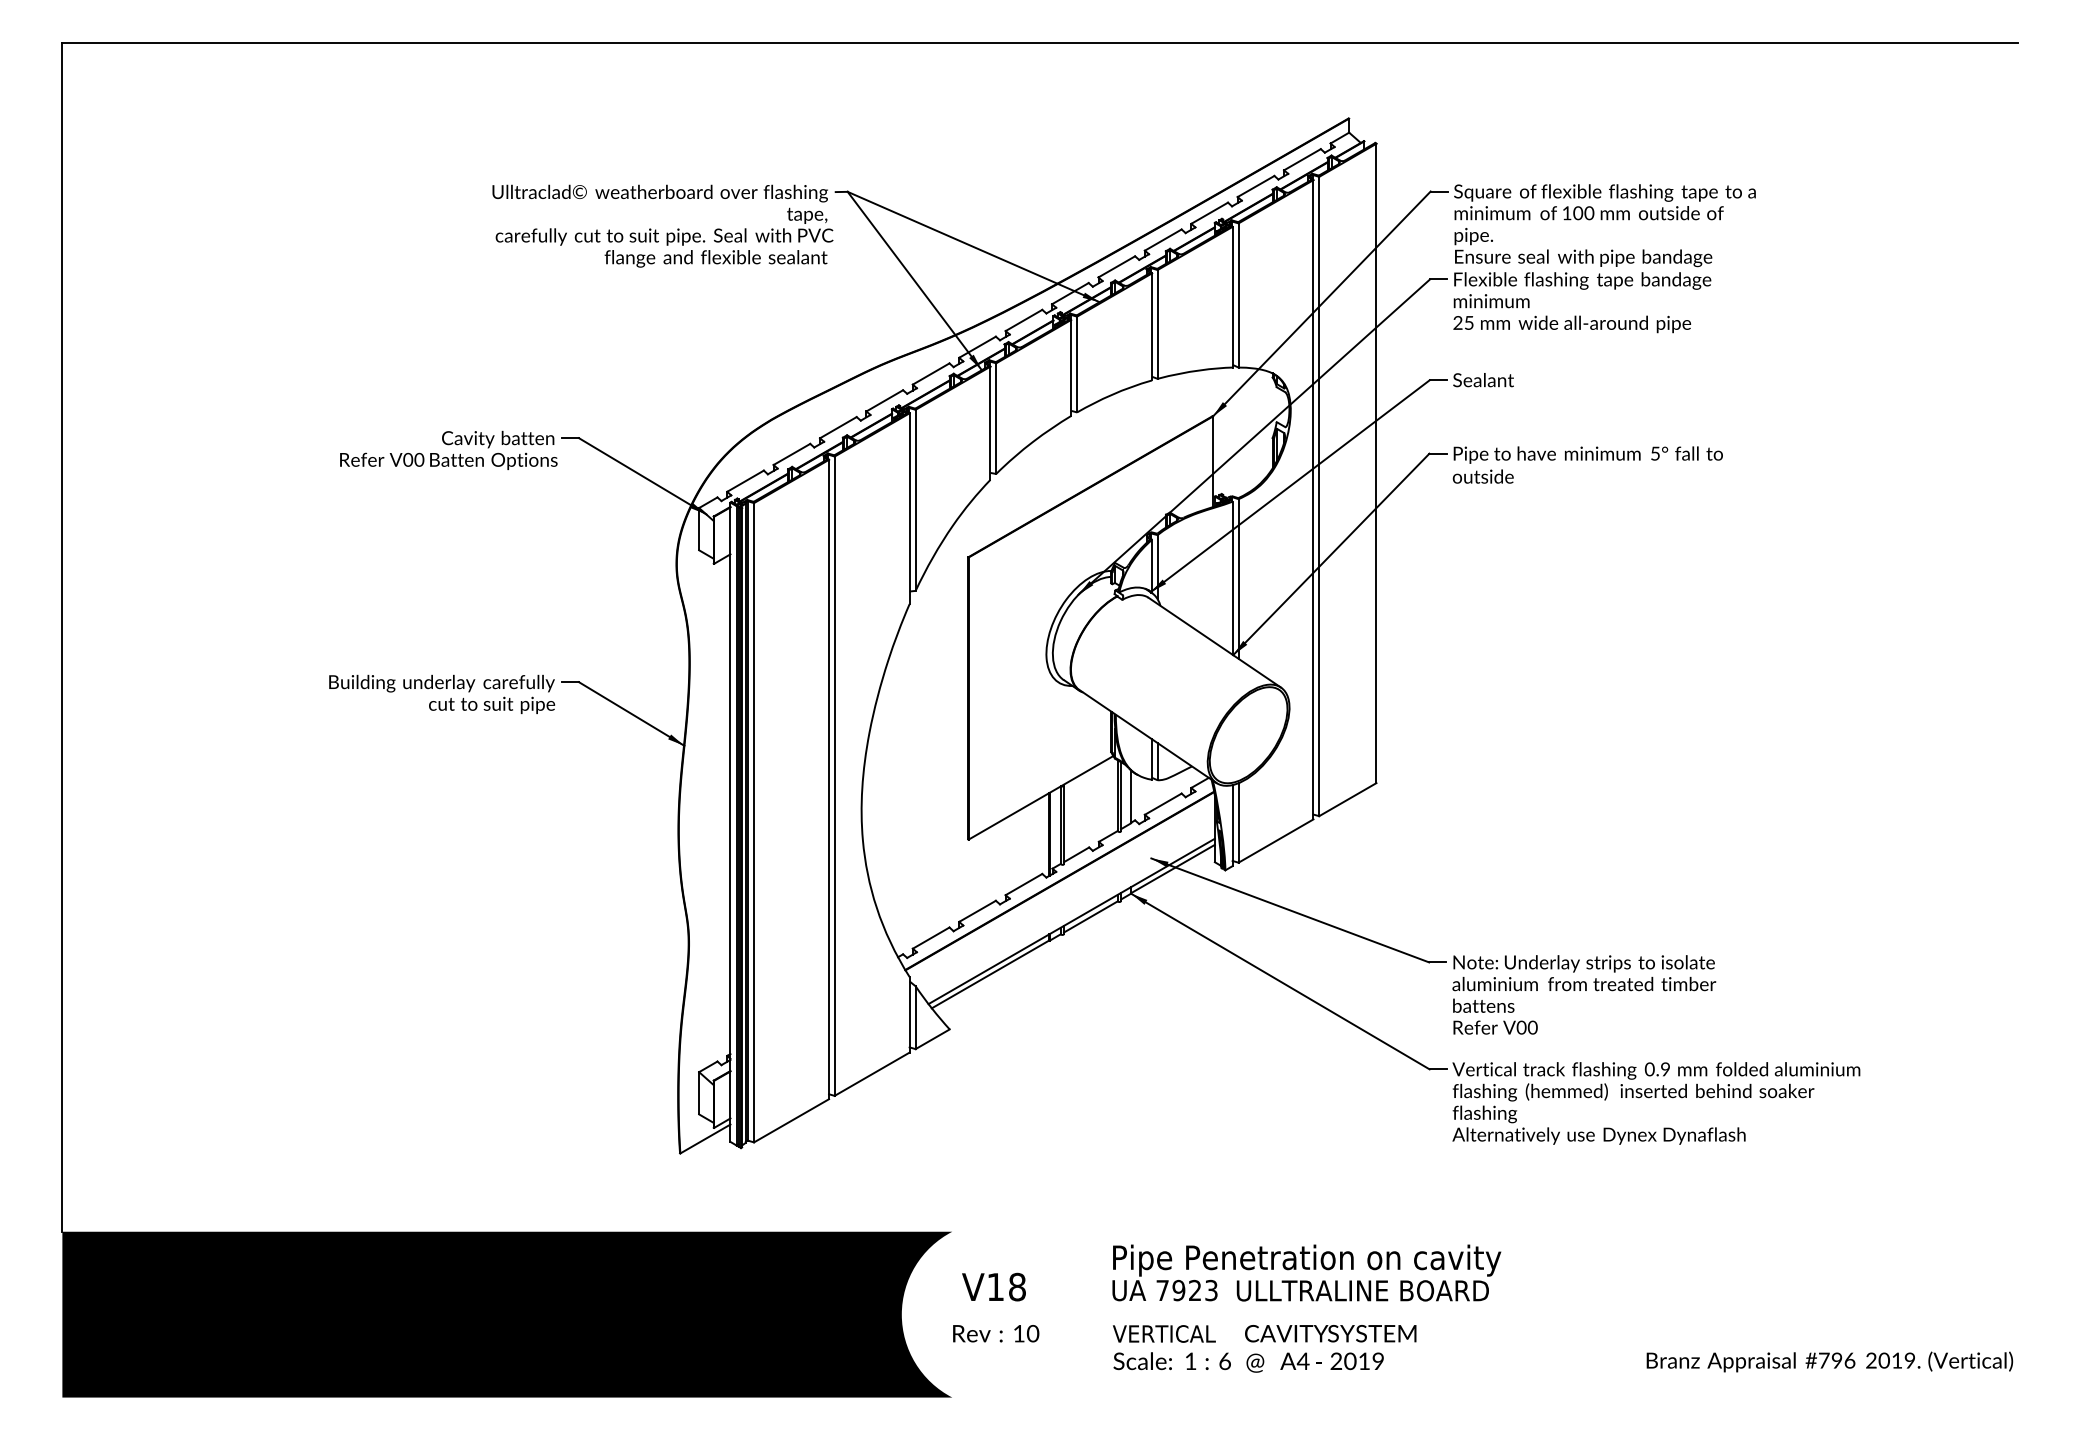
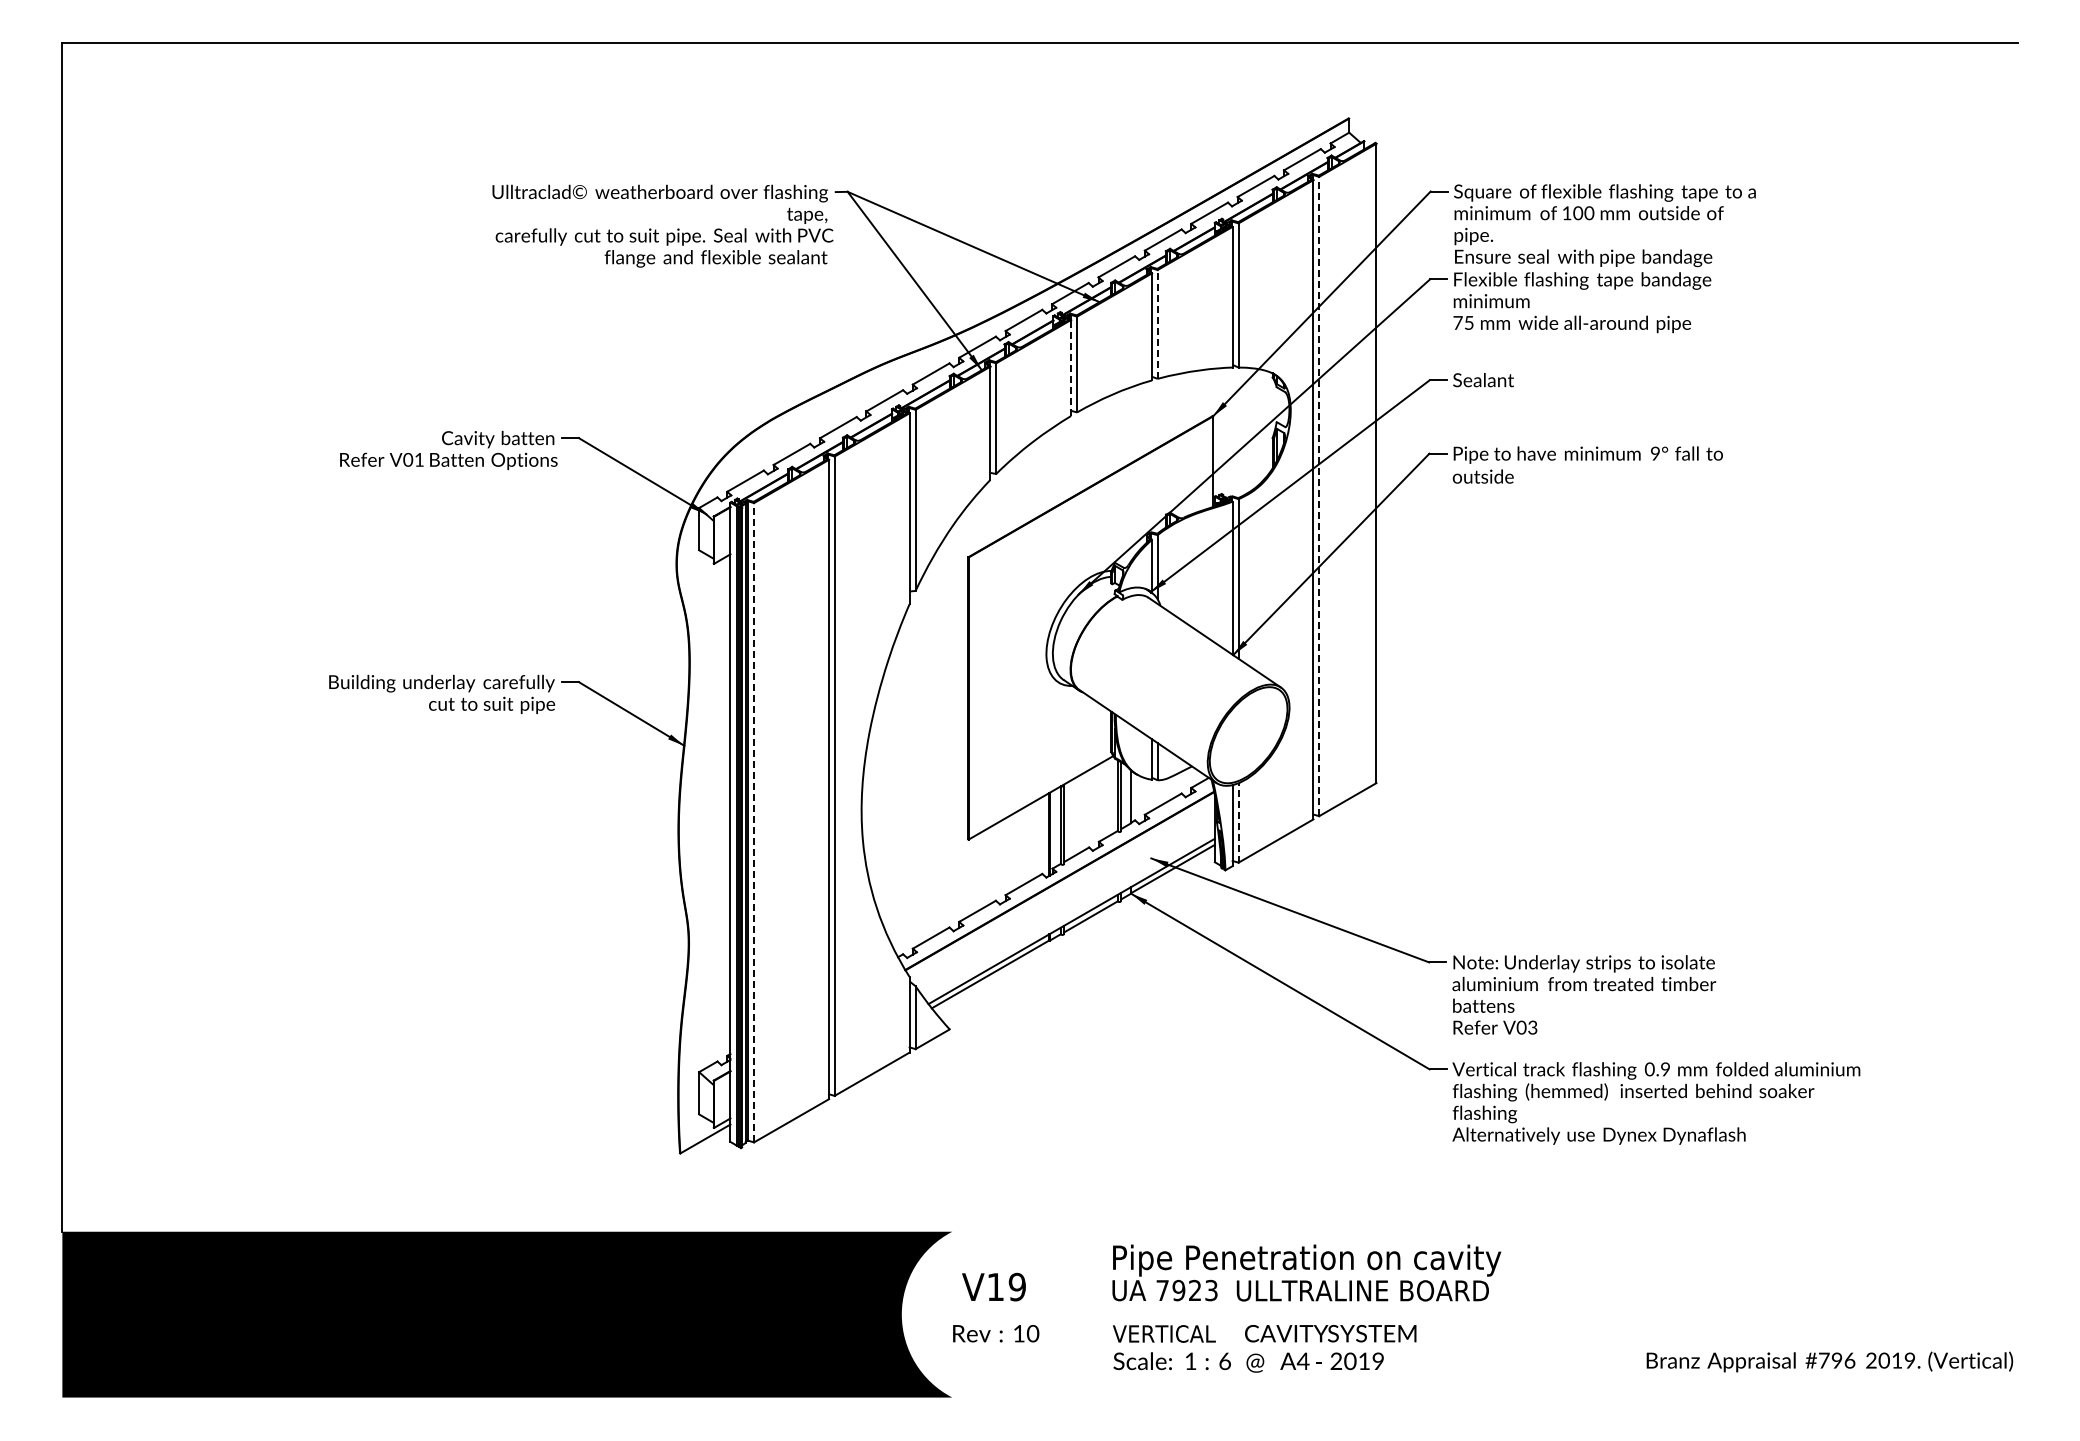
text at (1457, 322): 25 -> 75
line at (1157, 323): solid -> dashed
line at (1071, 367): solid -> dashed
text at (1655, 453): 5° -> 9°
text at (419, 459): V00 -> V01
line at (1319, 496): solid -> dashed
line at (754, 822): solid -> dashed
line at (1238, 822): solid -> dashed
text at (1532, 1027): V00 -> V03
text at (1016, 1287): V18 -> V19
